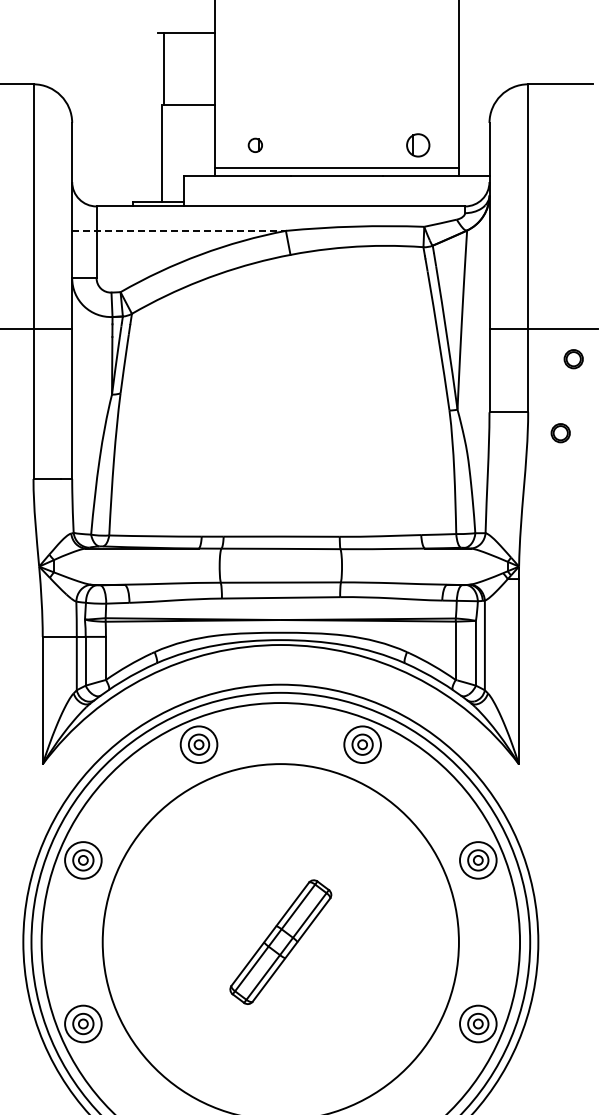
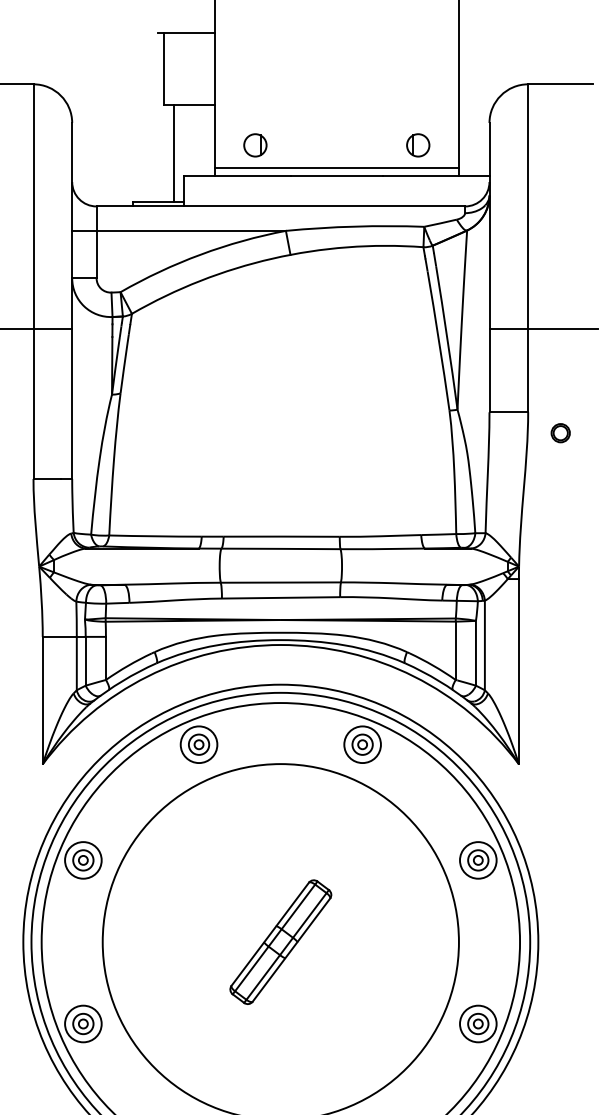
part at (254, 144) size: 16x16 px -> 25x25 px
line at (161, 153) position: (161, 153) -> (173, 153)
line at (179, 230): dashed -> solid
part at (573, 359): present -> none
